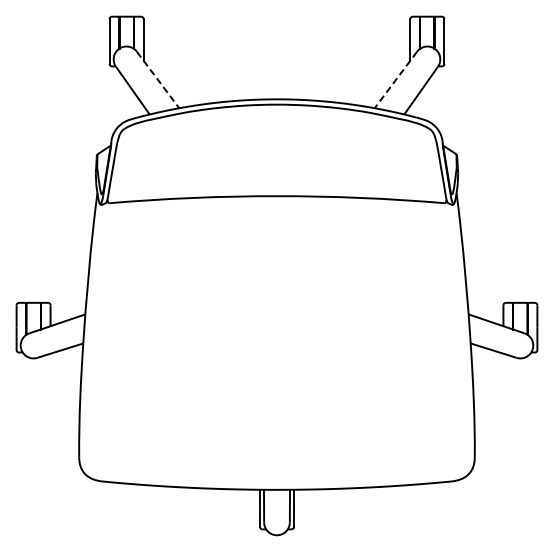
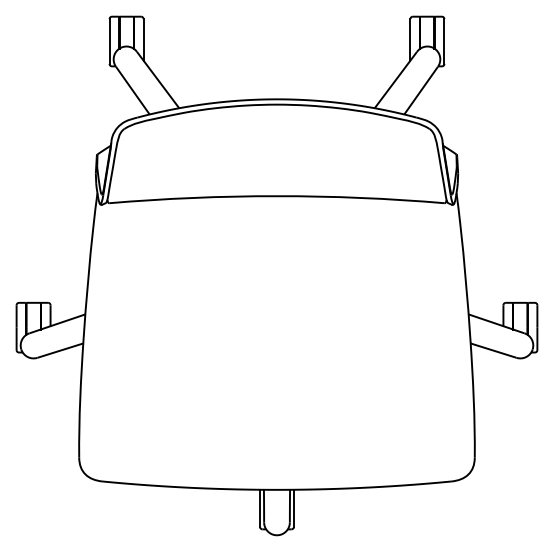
line at (158, 80): dashed -> solid
line at (395, 80): dashed -> solid
